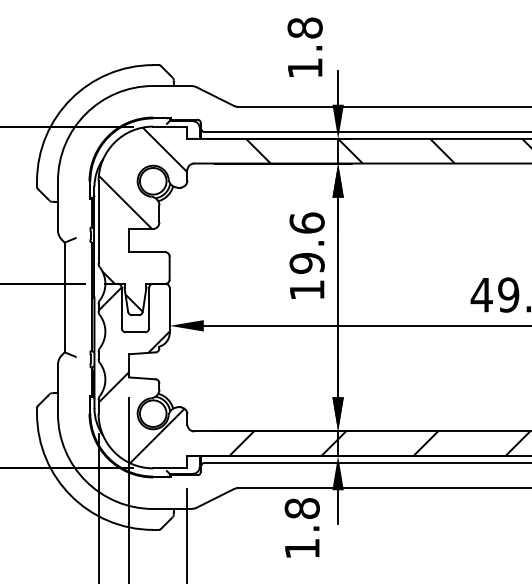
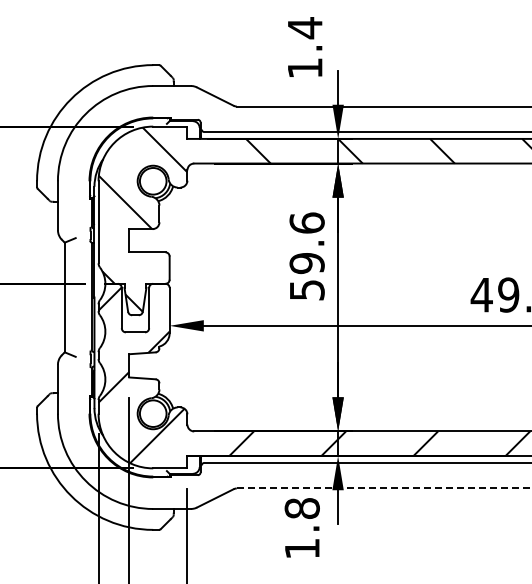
text at (304, 28): 1.8 -> 1.4
text at (307, 290): 19.6 -> 59.6
line at (384, 488): solid -> dashed
